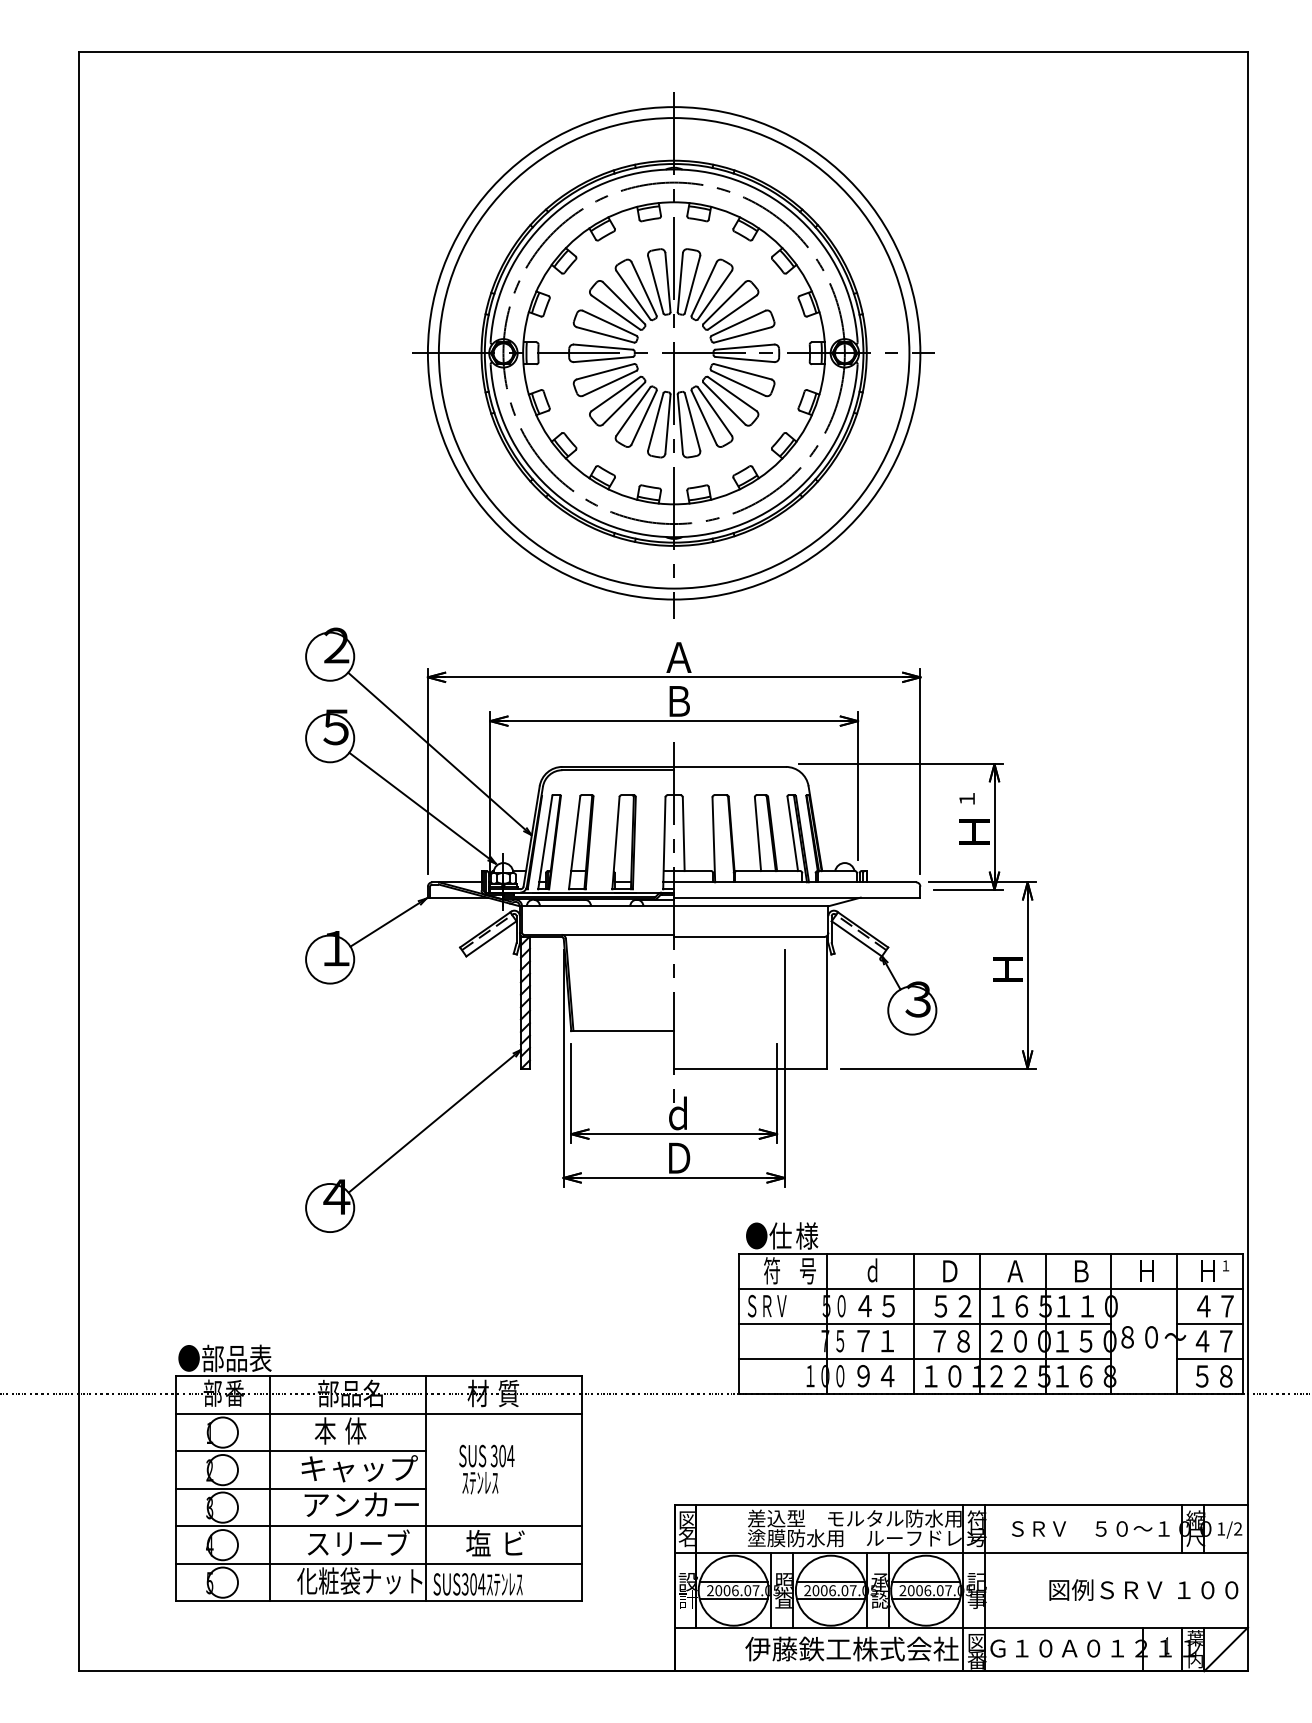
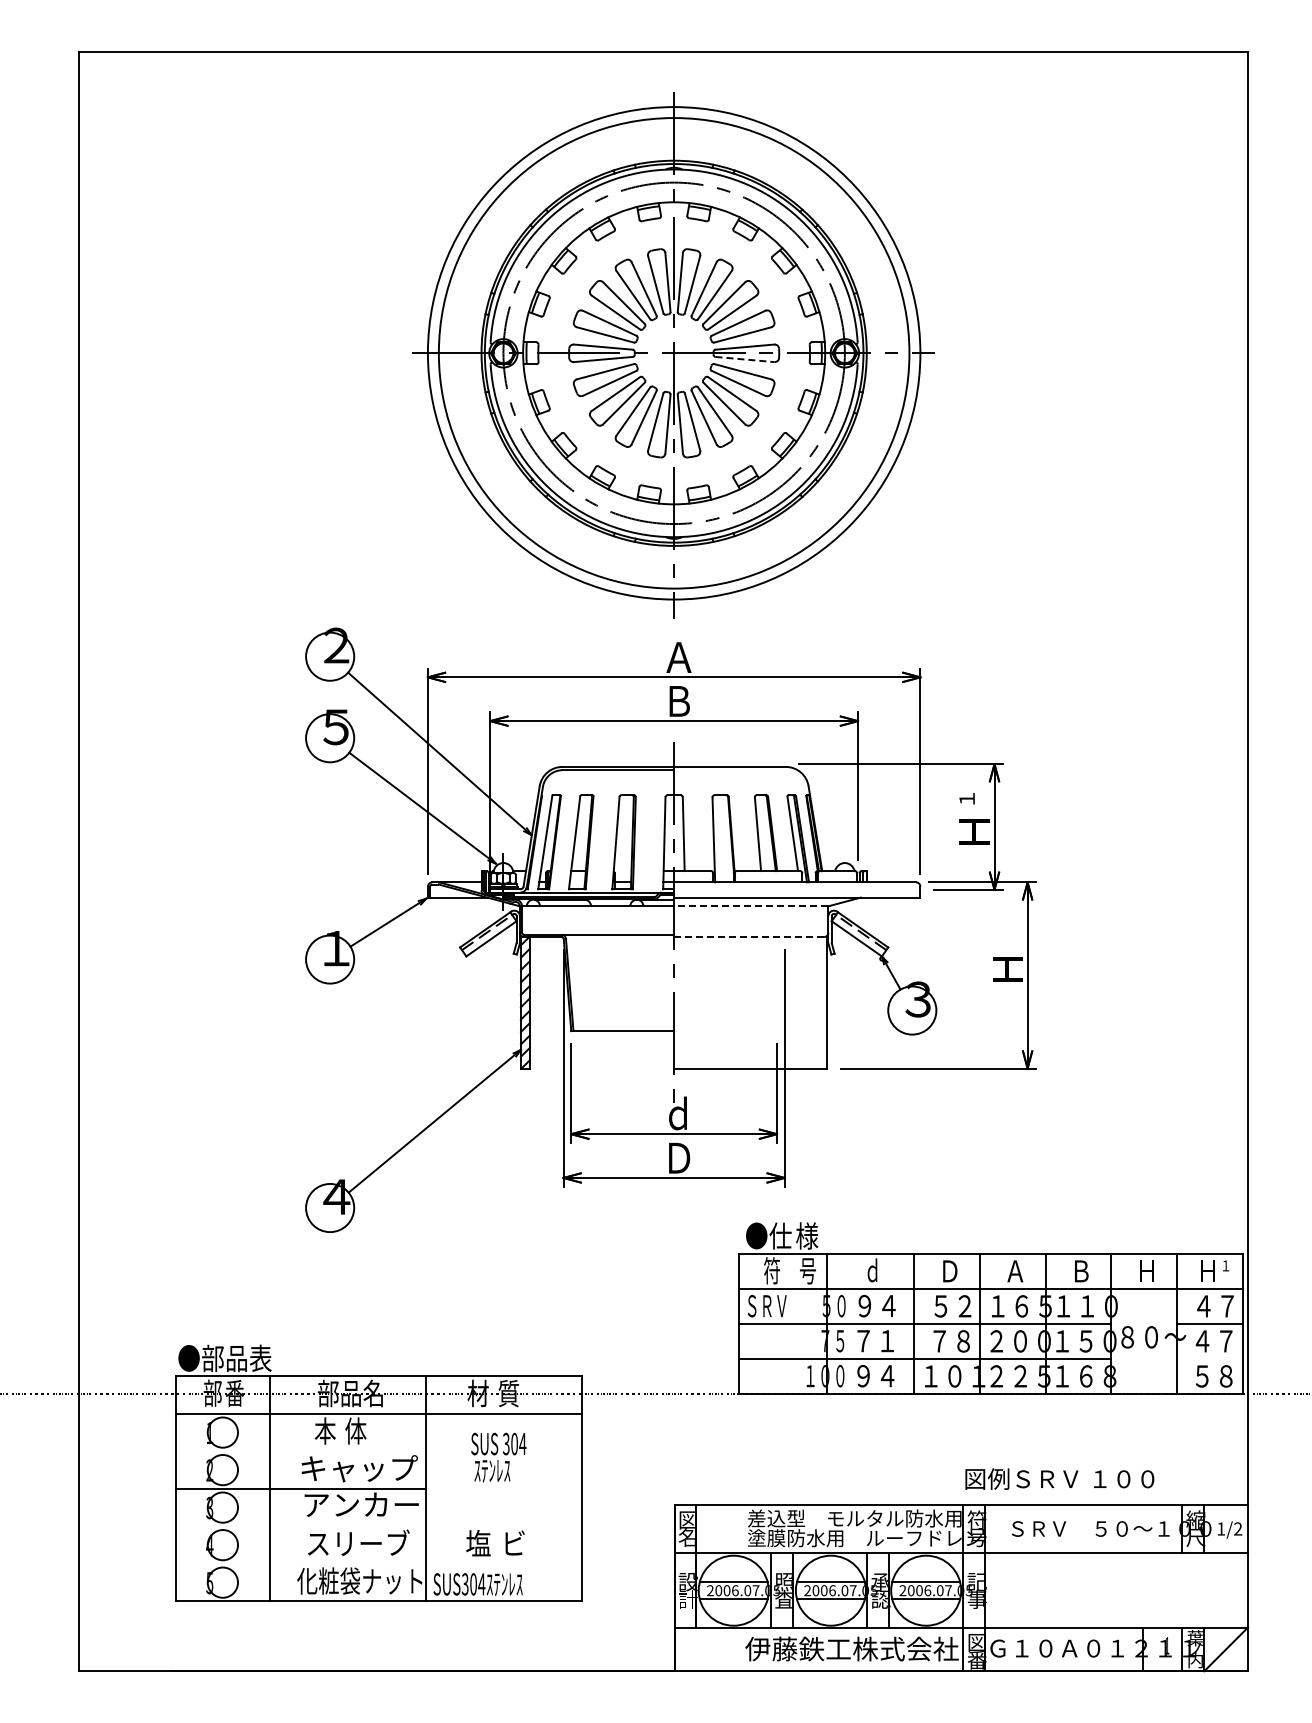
line at (744, 359): solid -> dashed
line at (750, 906): solid -> dashed
line at (749, 937): solid -> dashed
text at (876, 1305): ４５ -> ９４
line at (1209, 1358): present -> none
line at (300, 1451): present -> none
text at (486, 1469) position: (486, 1469) -> (498, 1457)
line at (378, 1526): present -> none
line at (378, 1563): present -> none
text at (1143, 1589) position: (1143, 1589) -> (1059, 1478)
